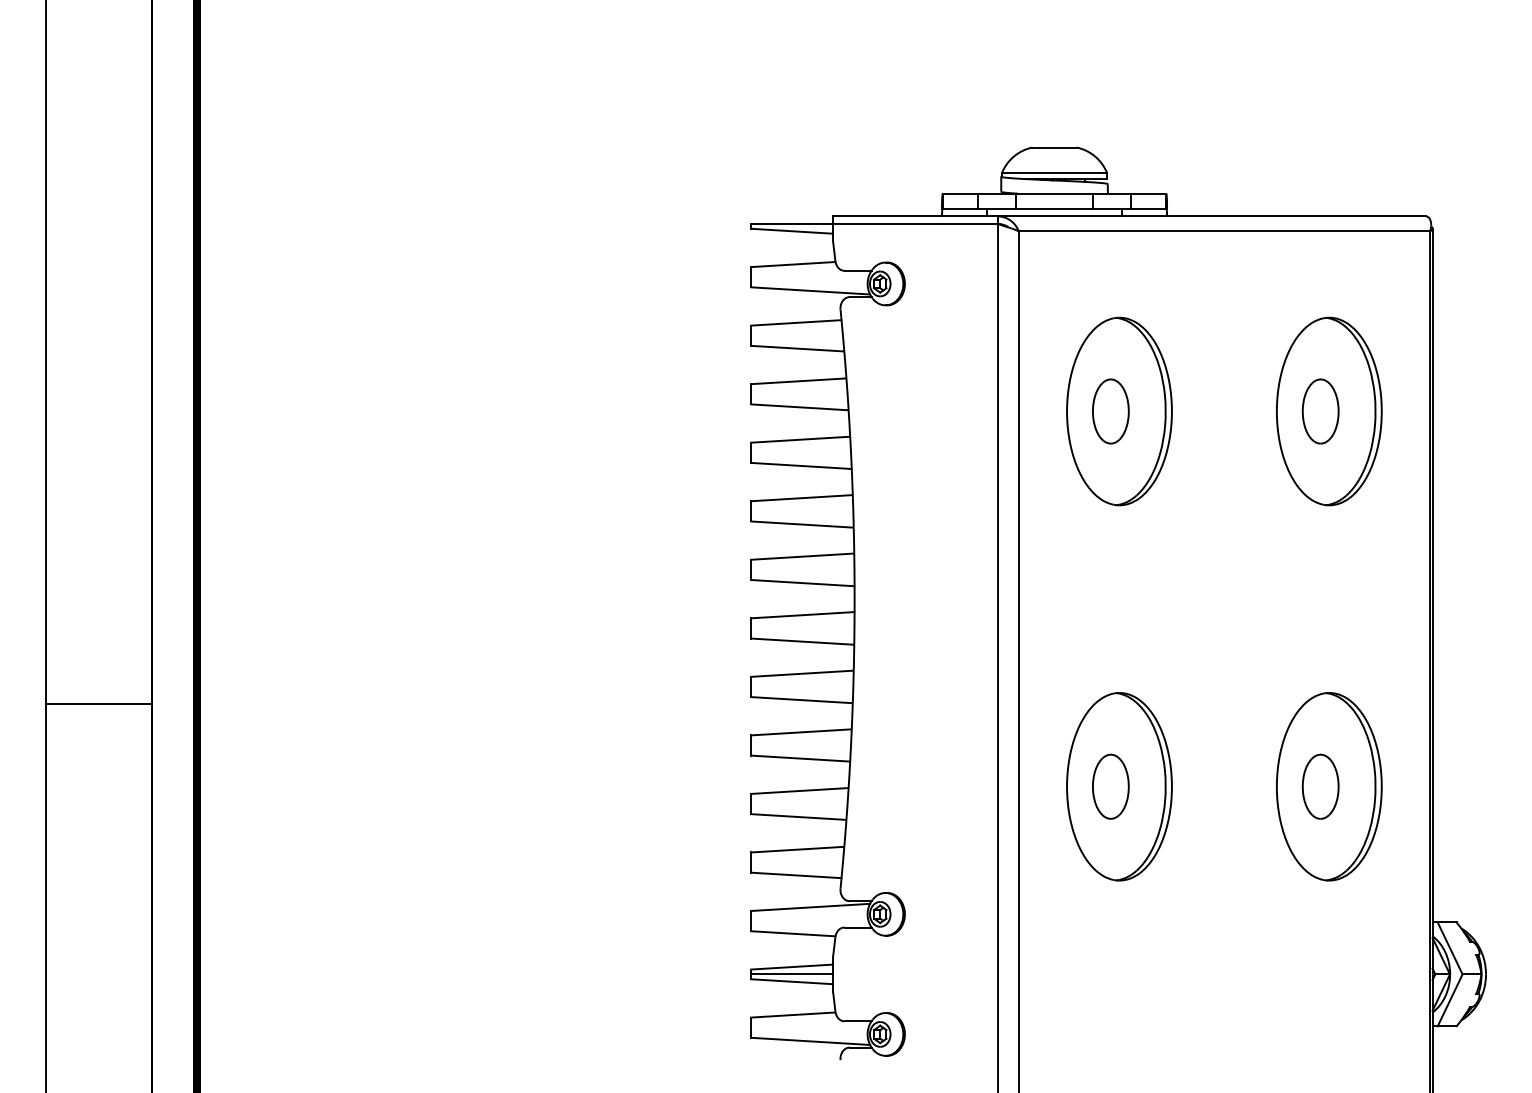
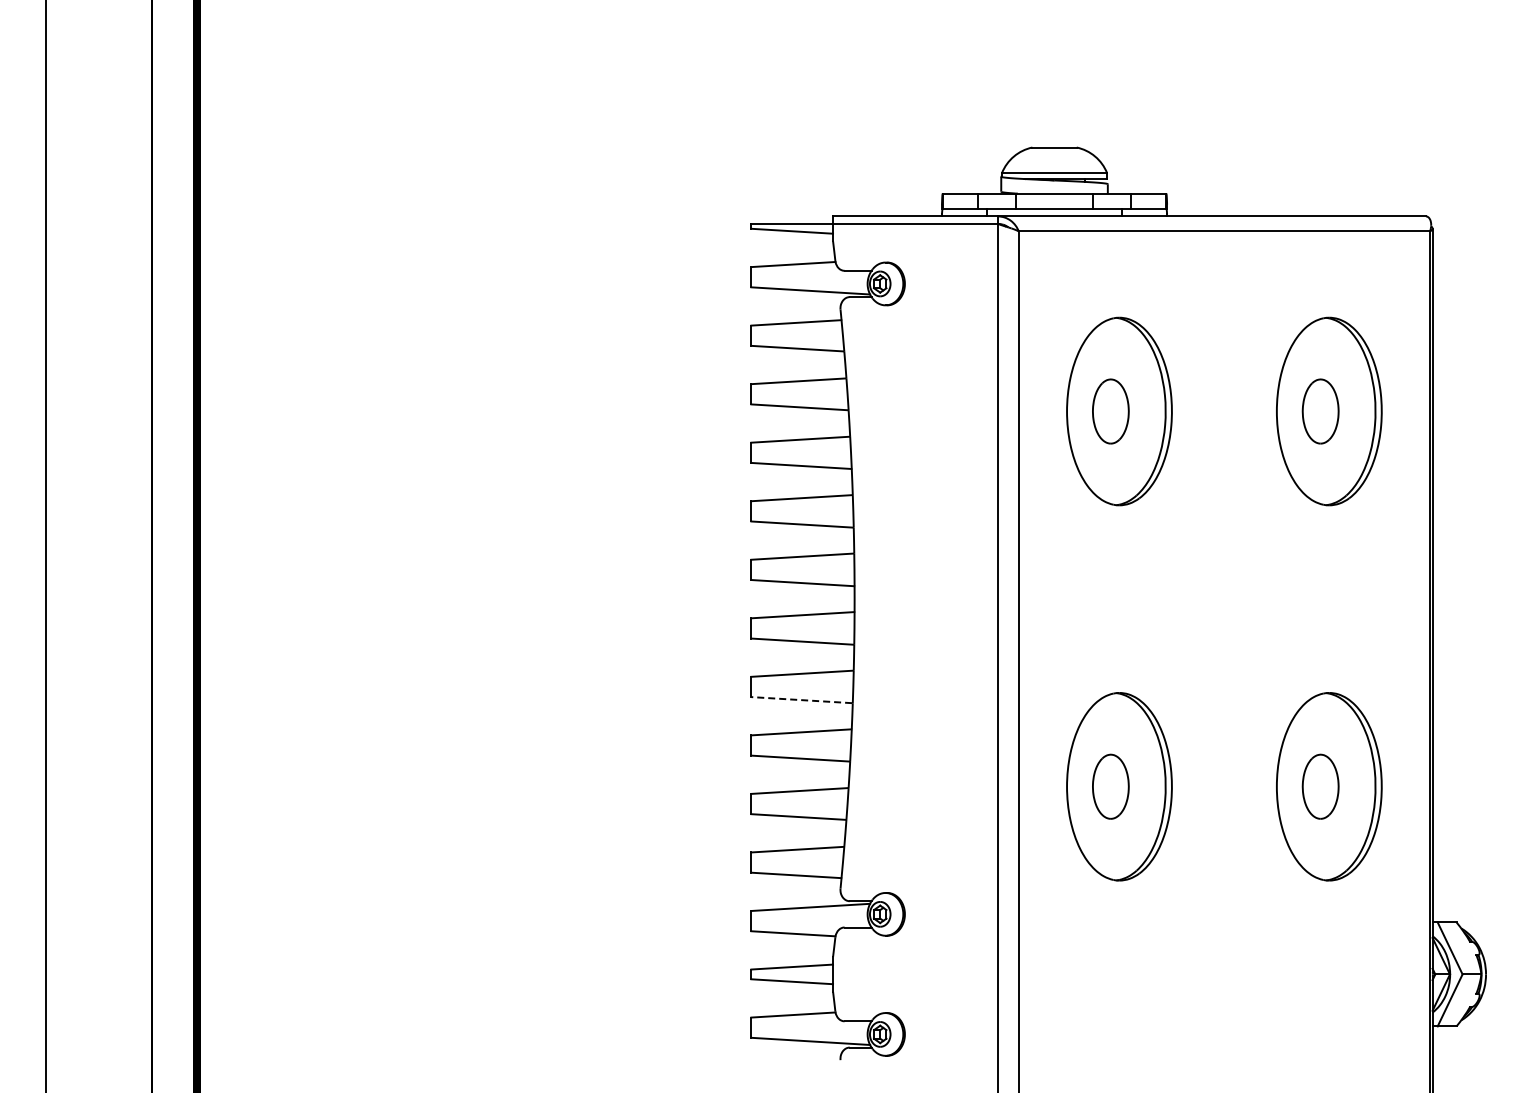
line at (801, 700): solid -> dashed
line at (98, 704): present -> none
line at (792, 974): present -> none
